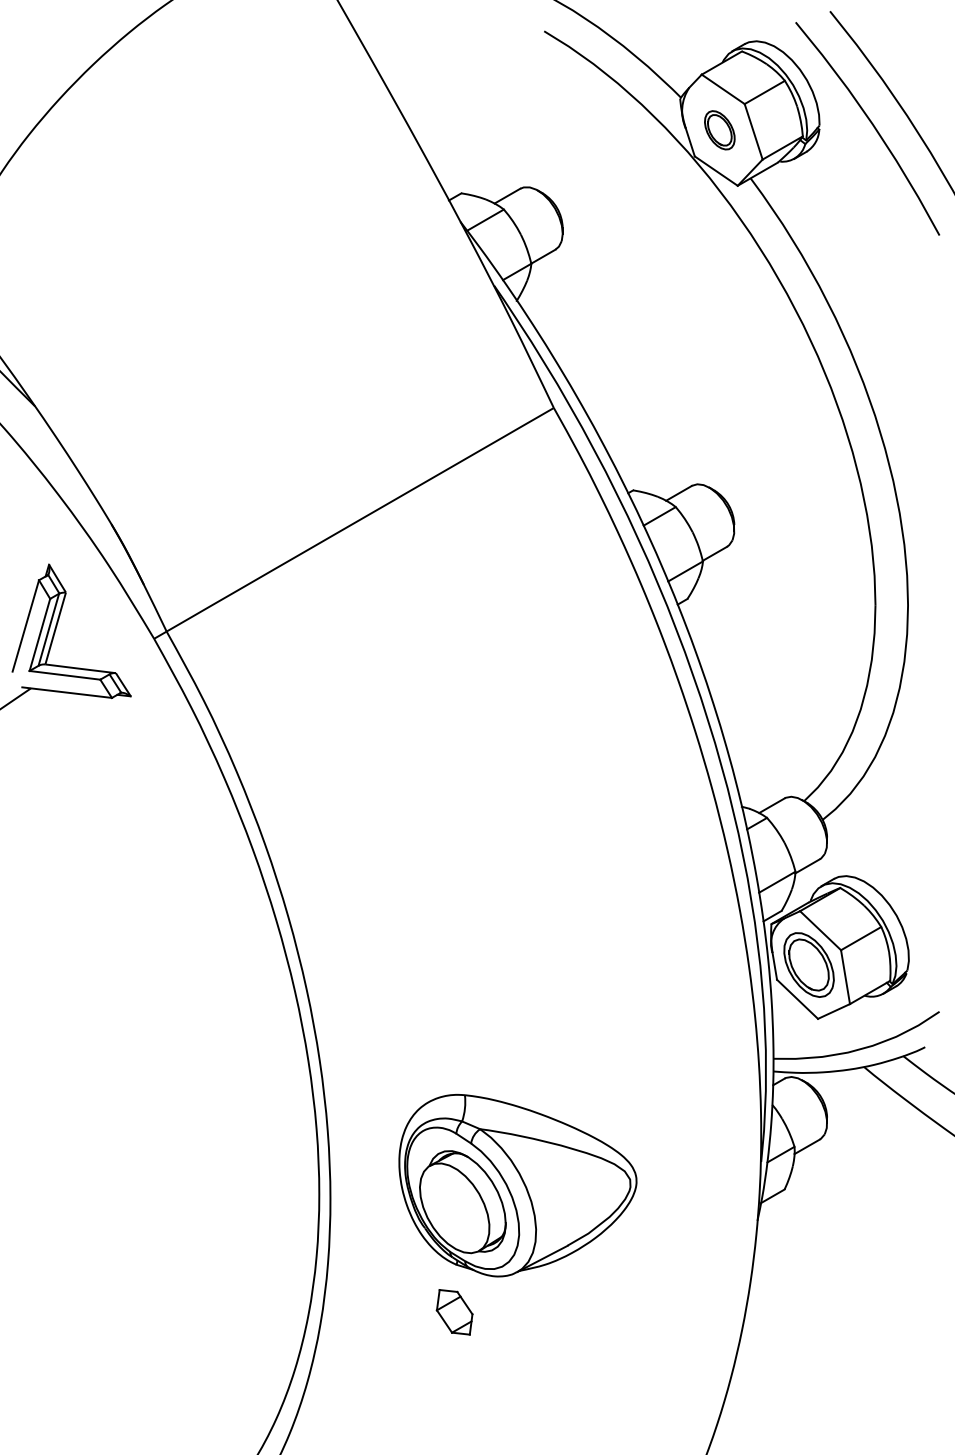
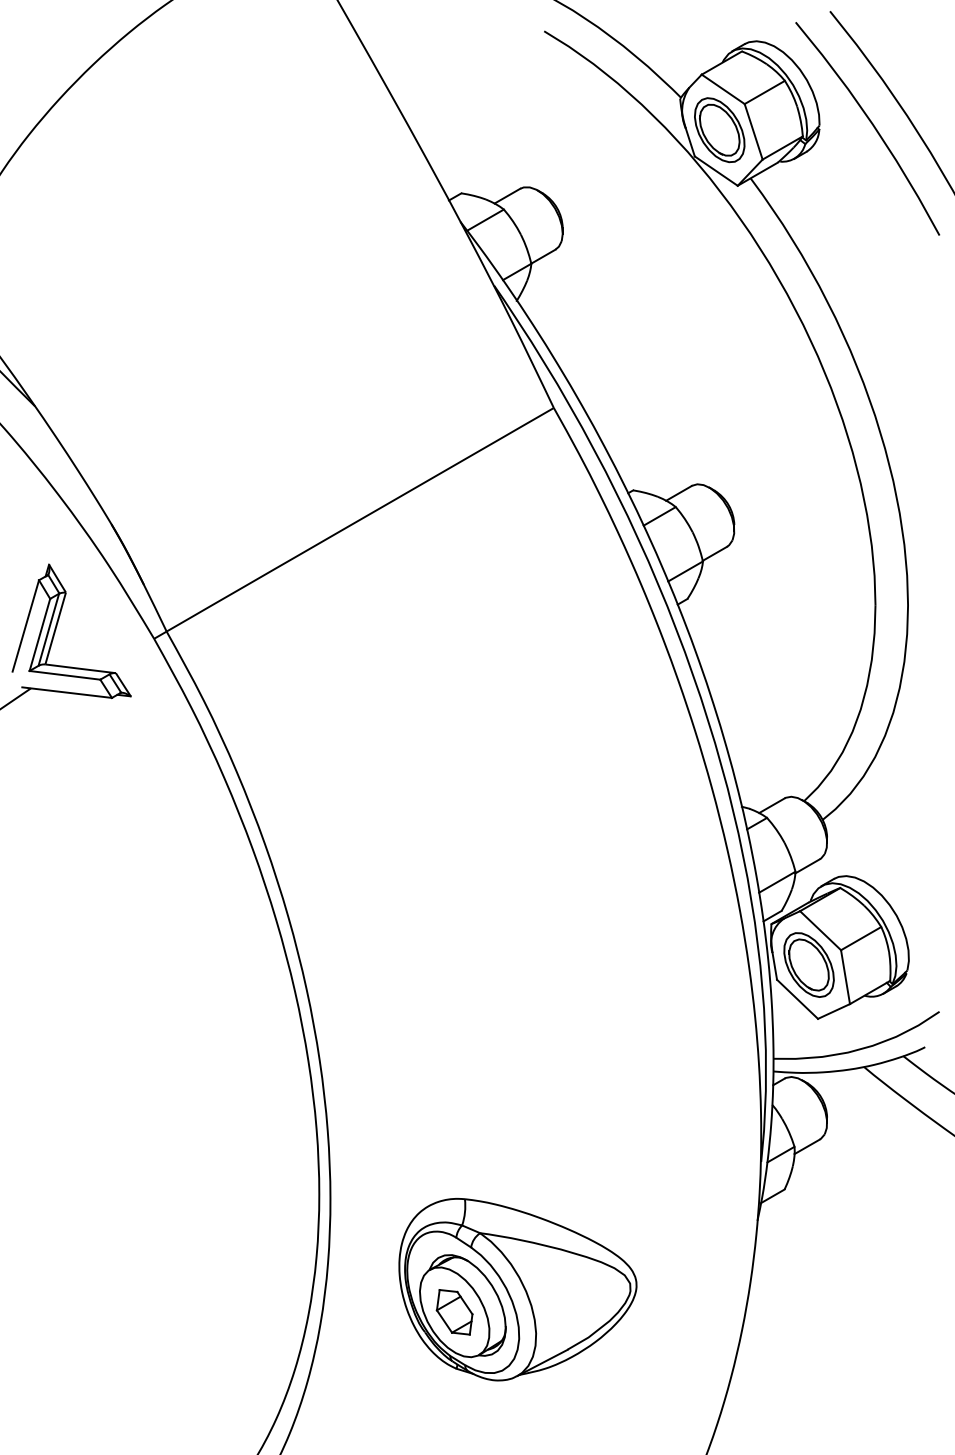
part at (719, 130) size: 32x41 px -> 52x67 px
part at (517, 1185) position: (517, 1185) -> (517, 1289)
